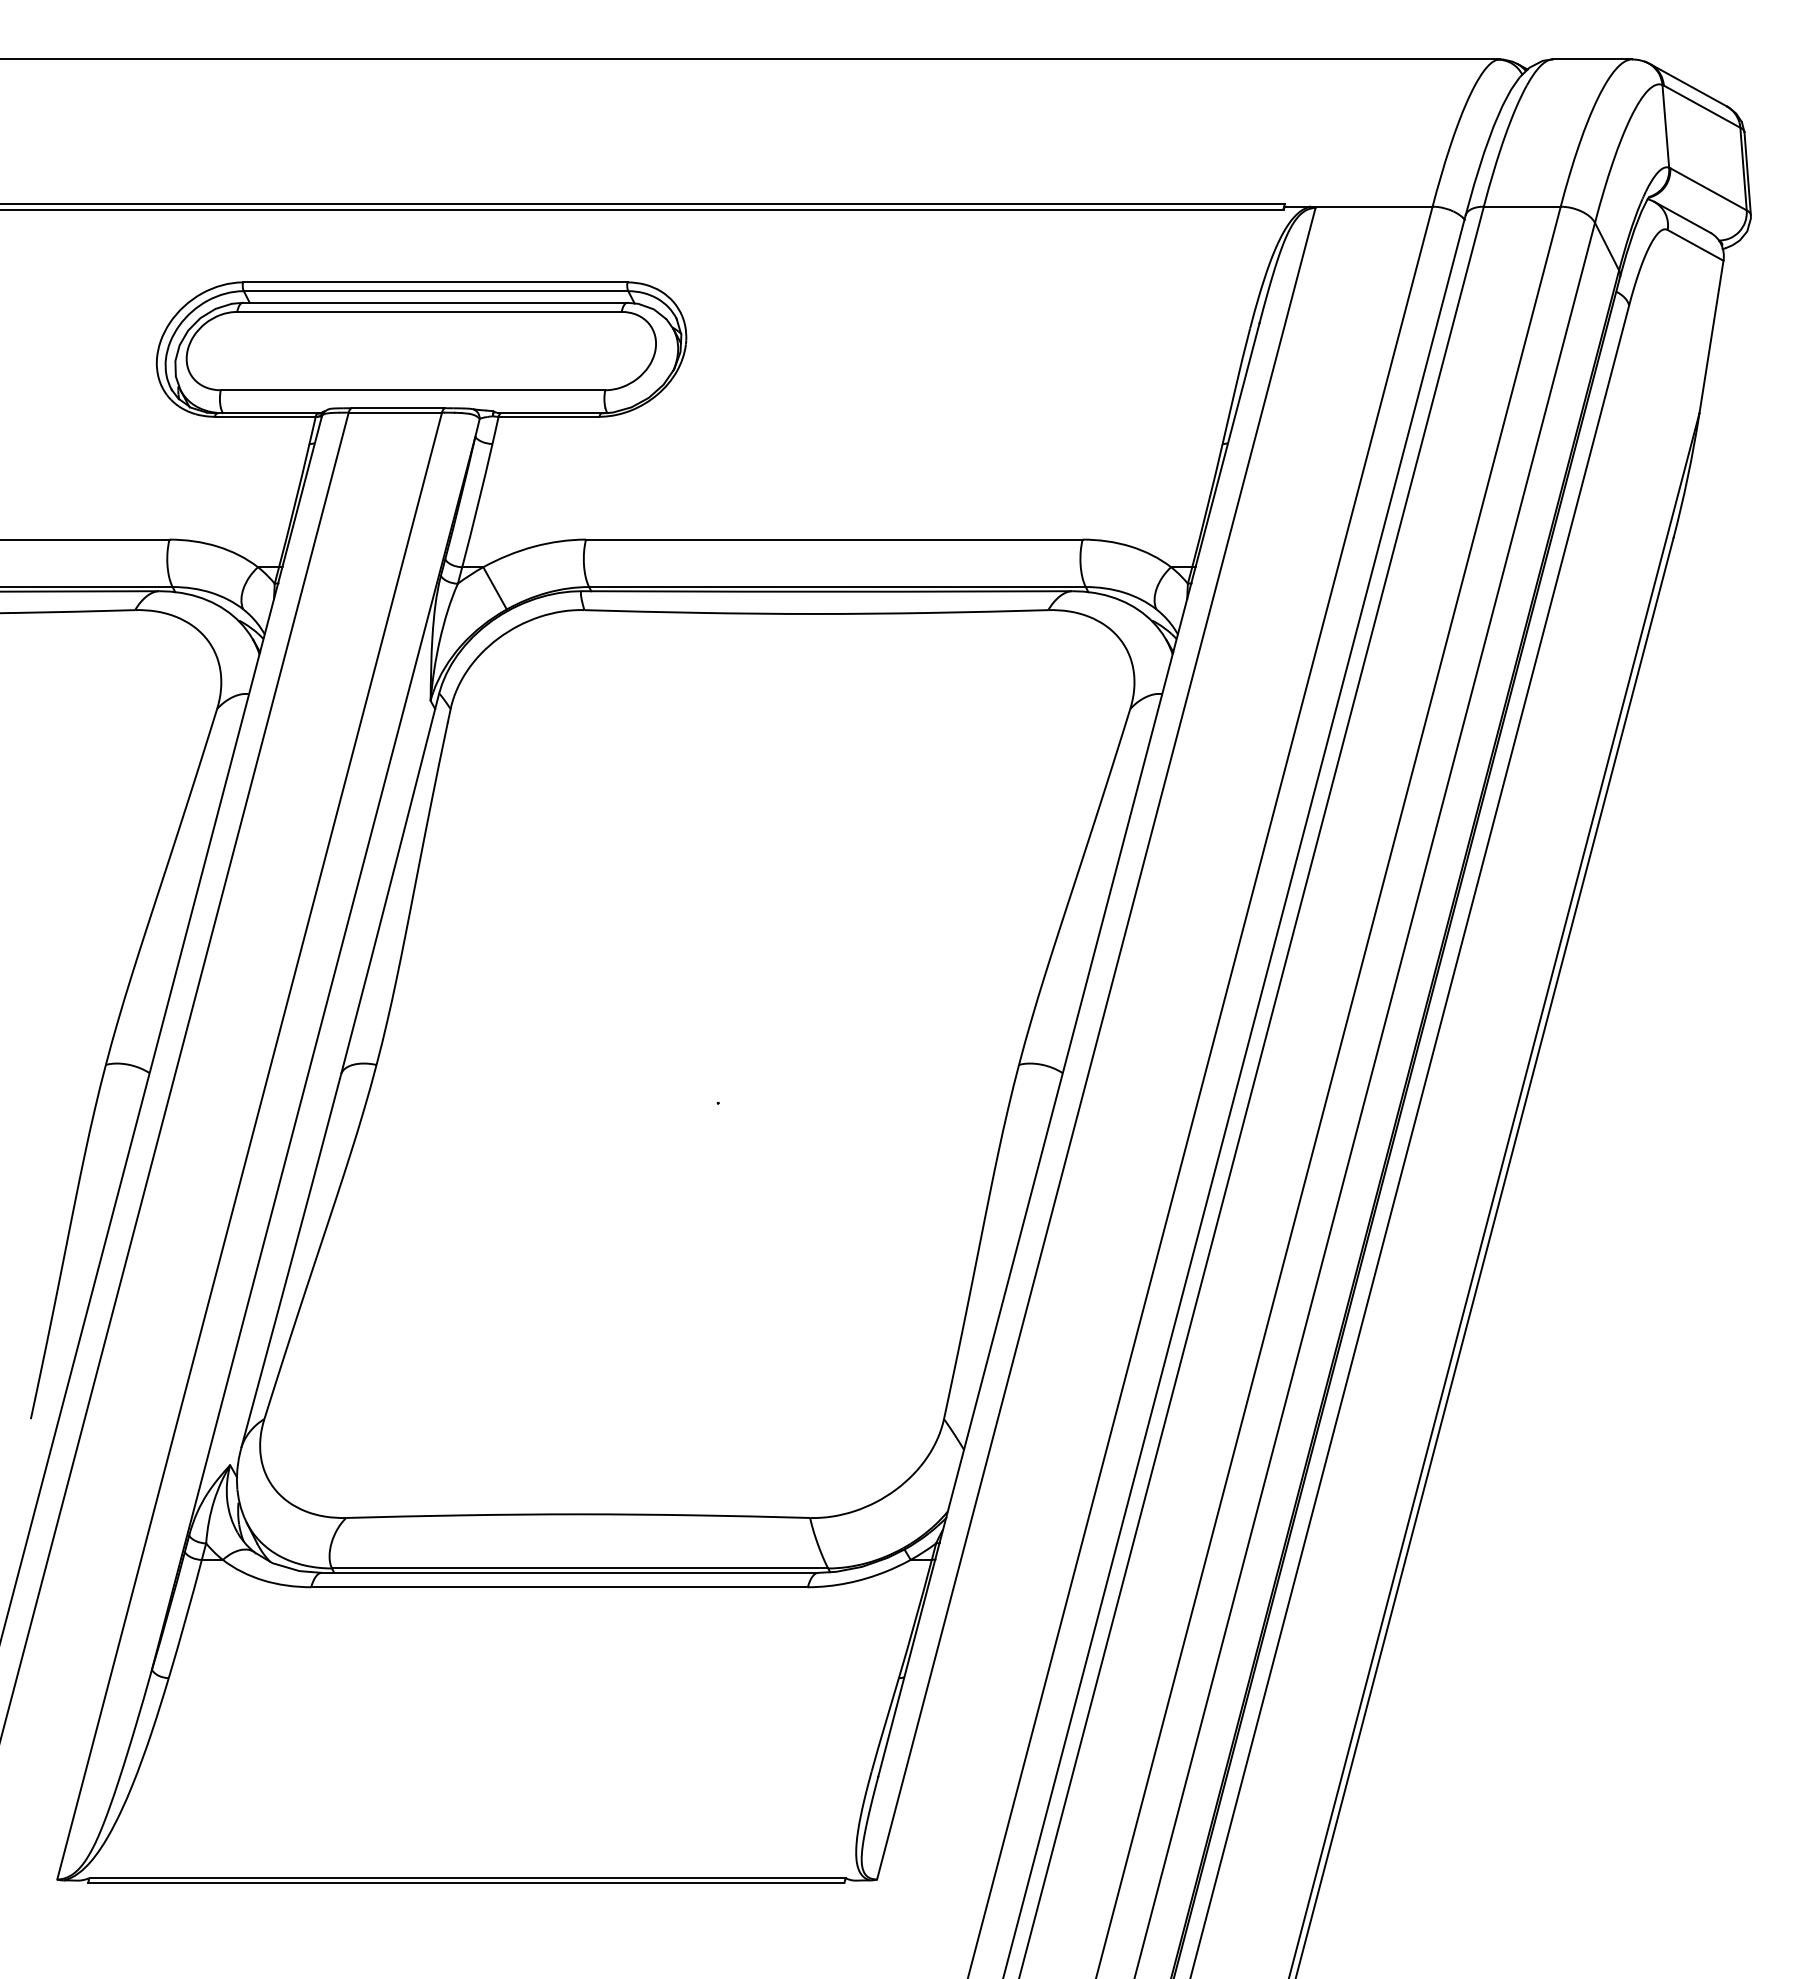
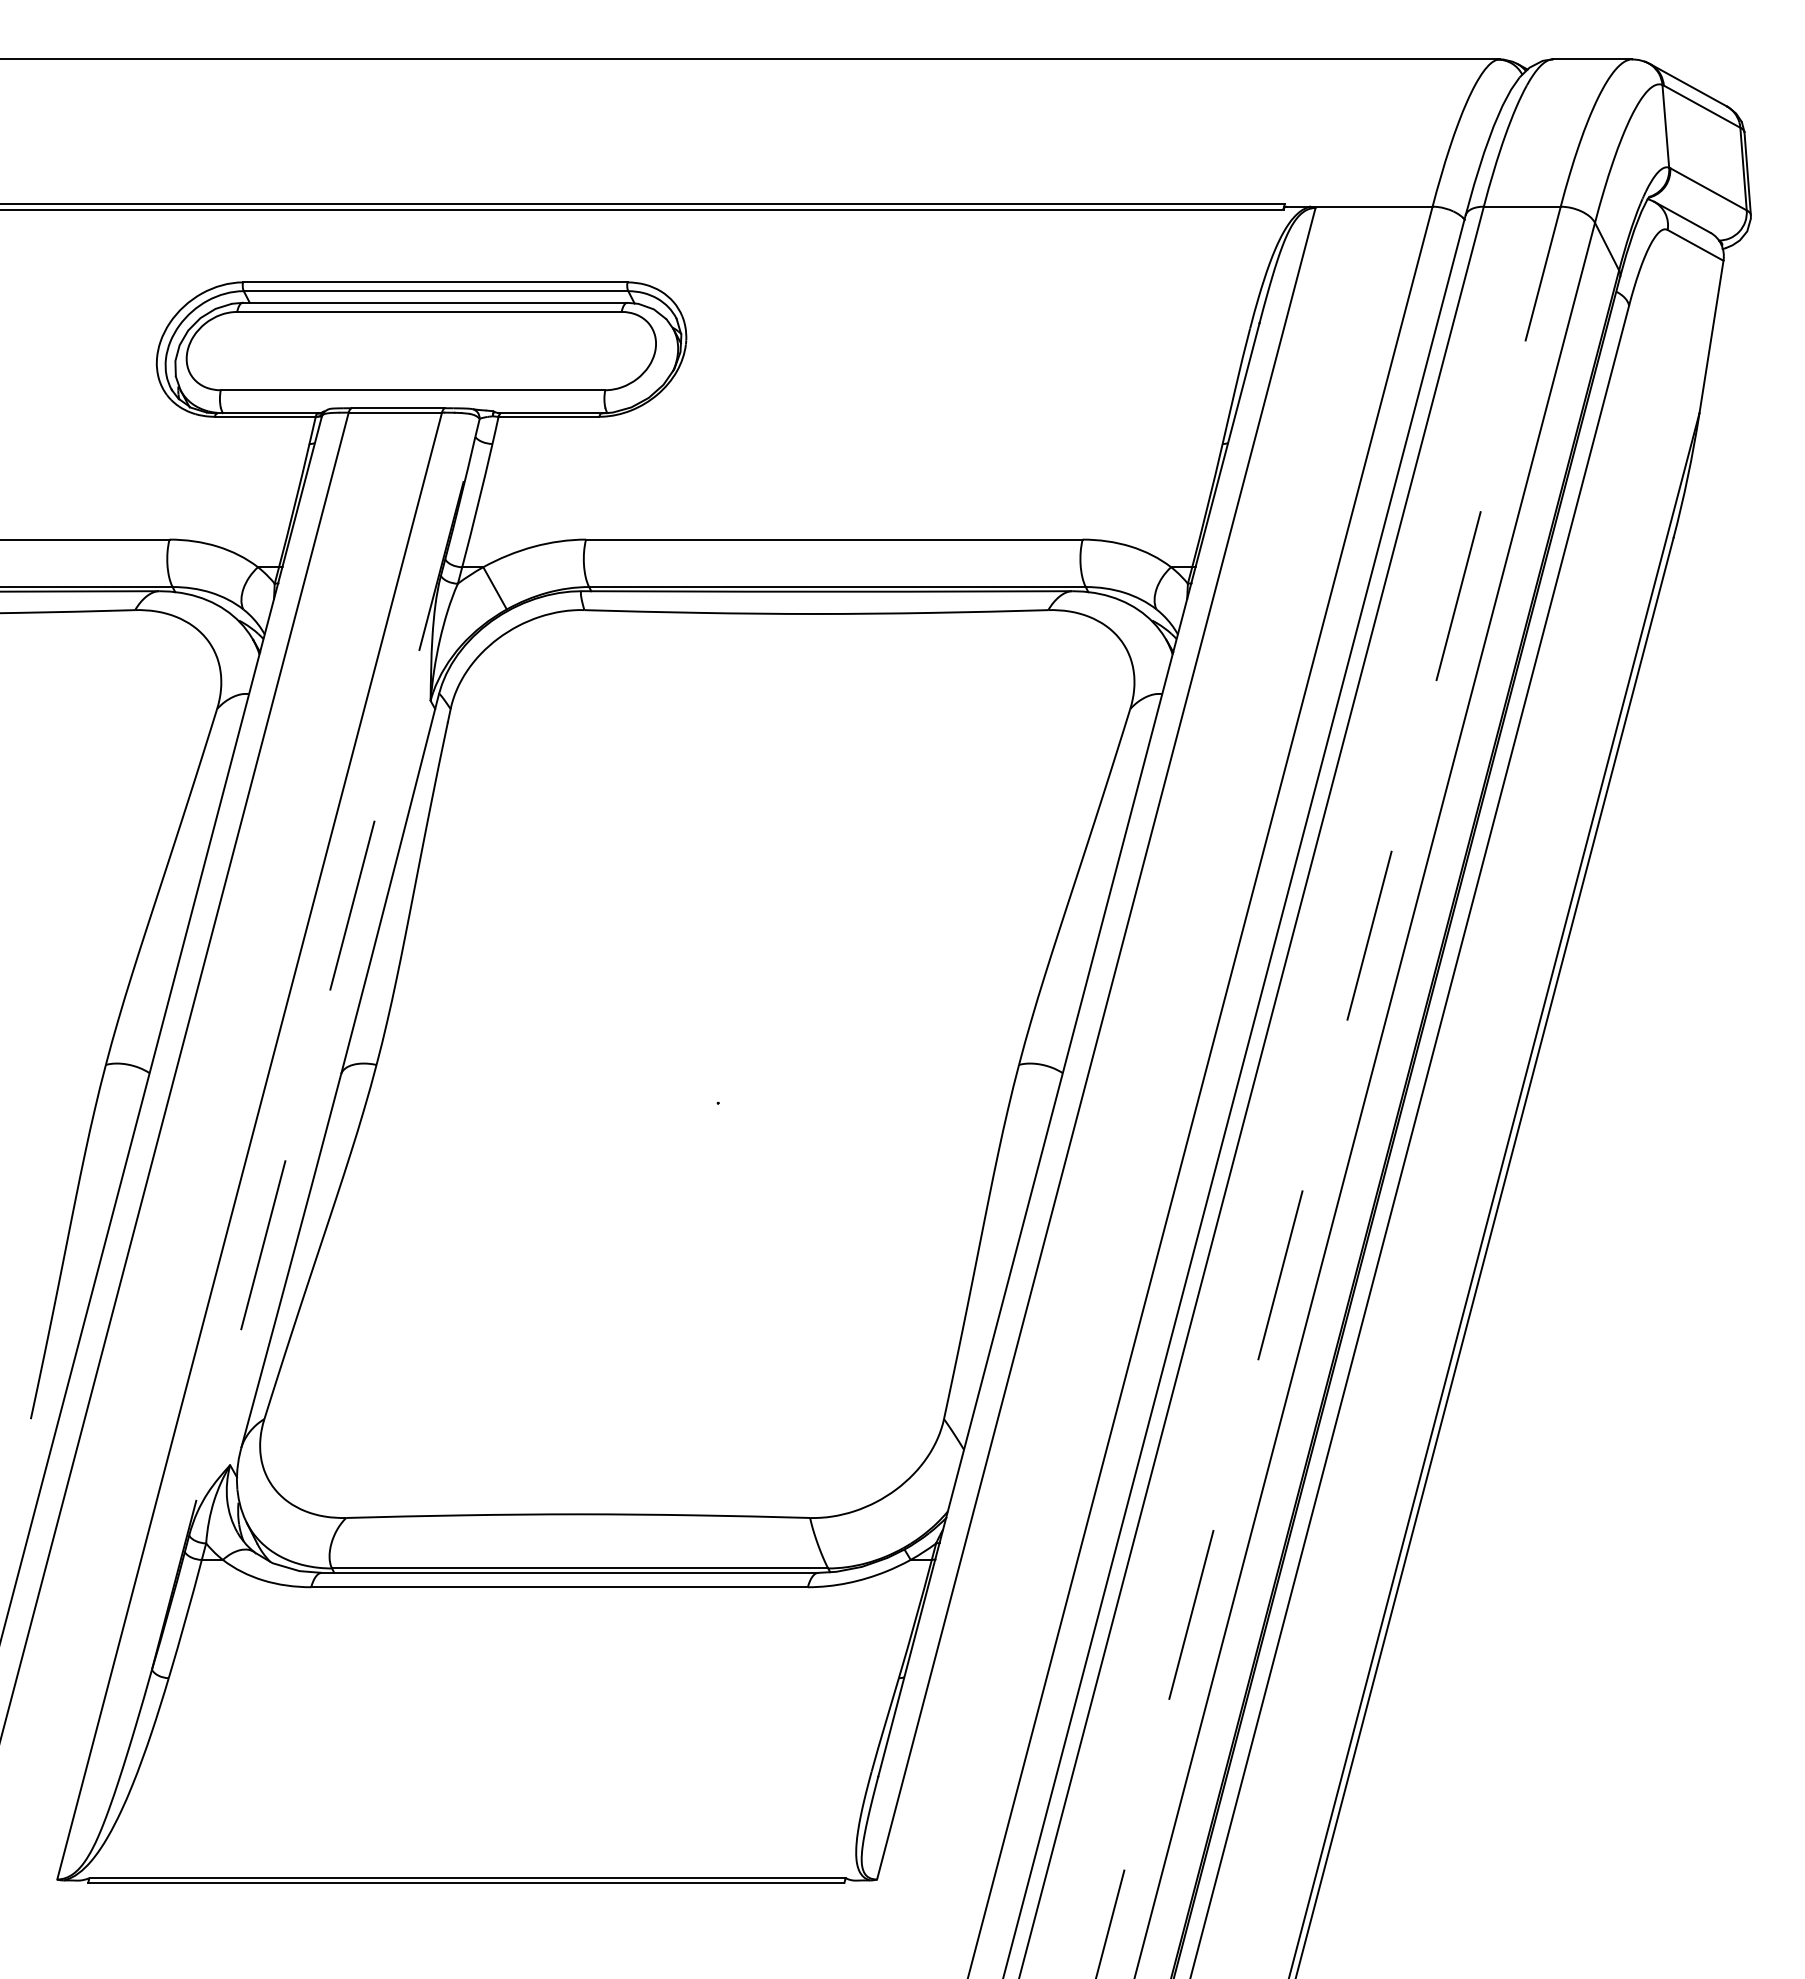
line at (313, 1052): solid -> dashed
line at (1328, 1092): solid -> dashed
